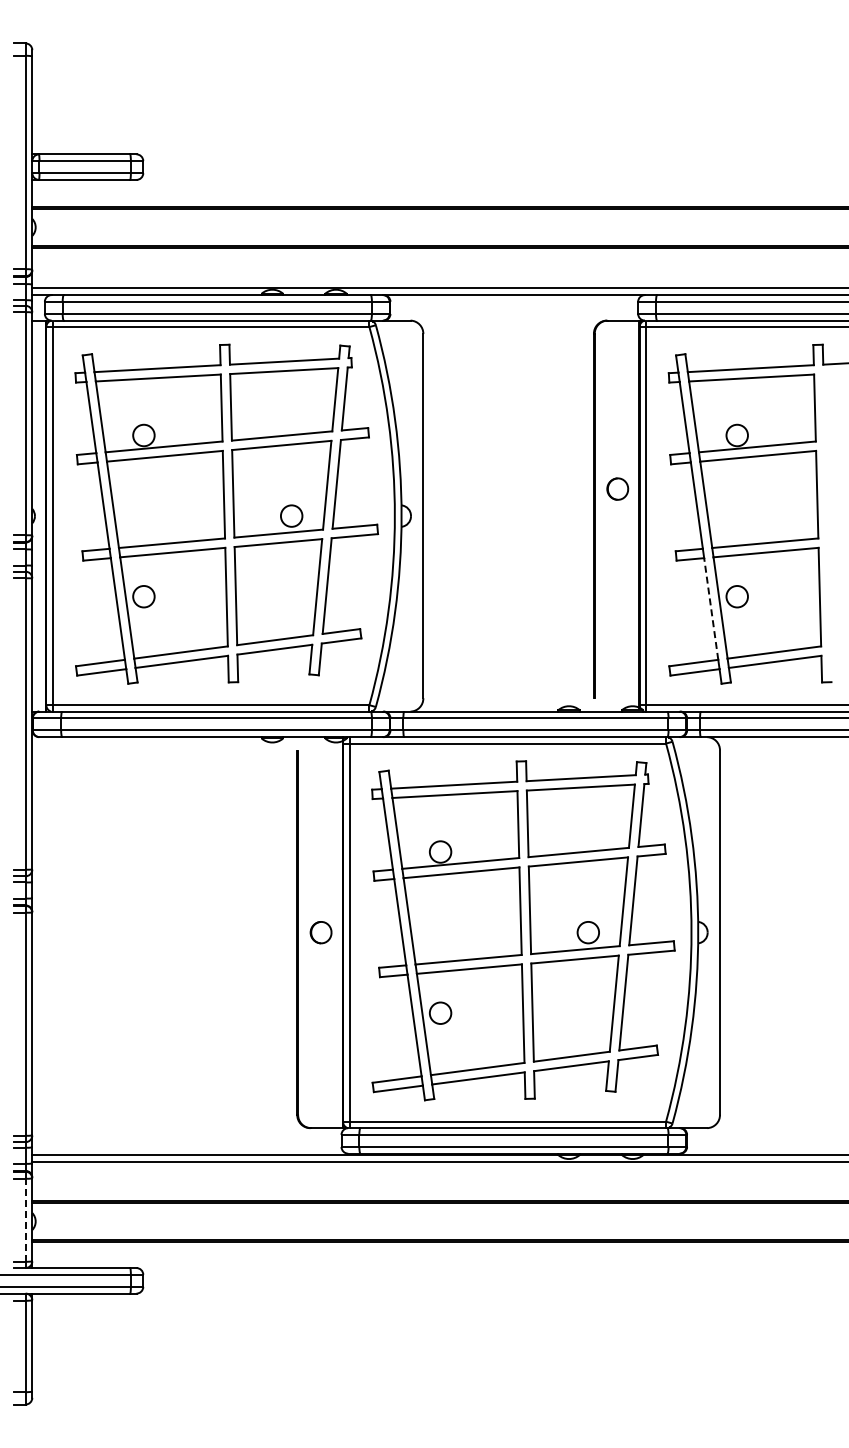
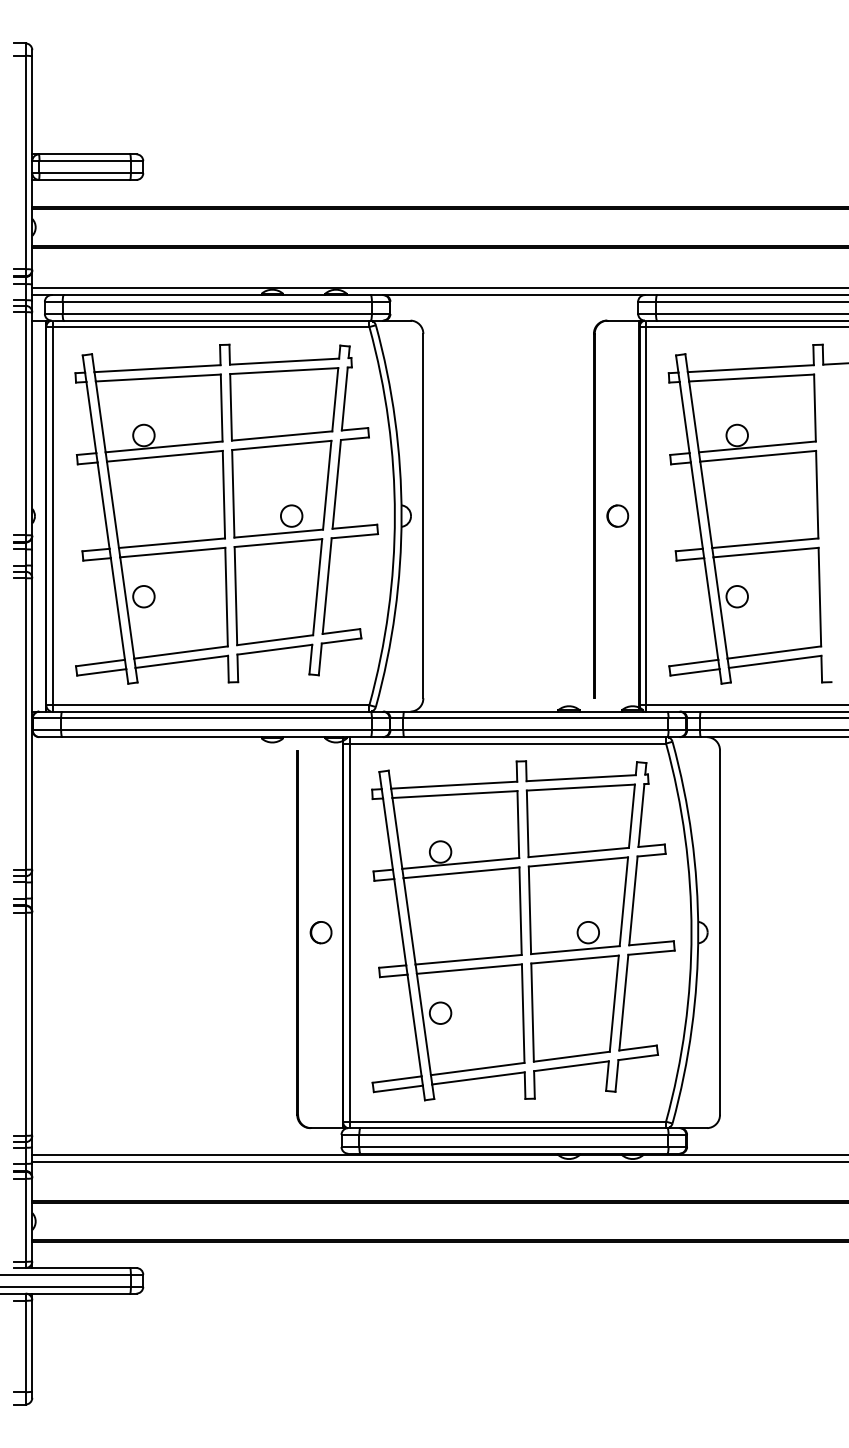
part at (617, 488) position: (617, 488) -> (617, 515)
line at (711, 608): dashed -> solid
line at (25, 1220): dashed -> solid
